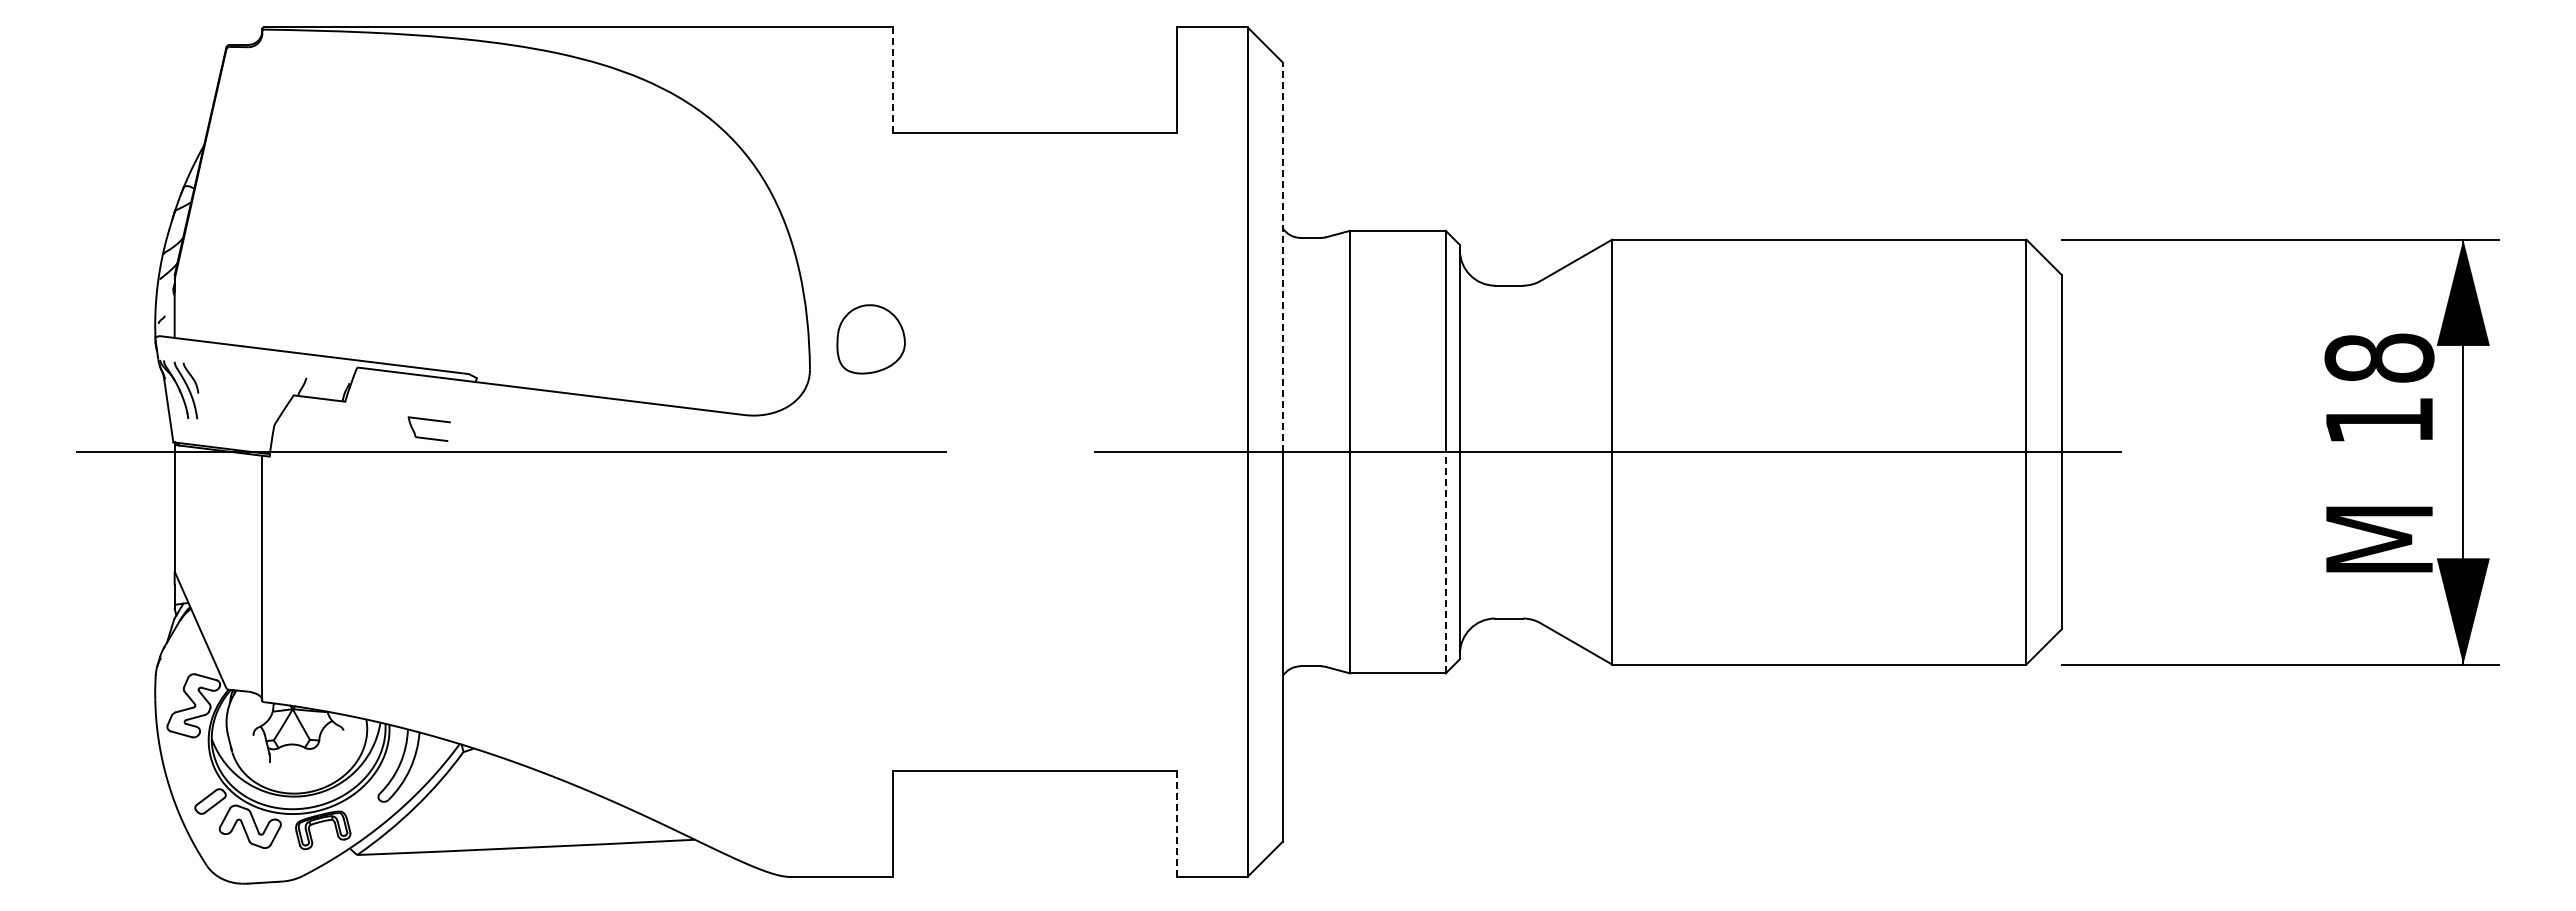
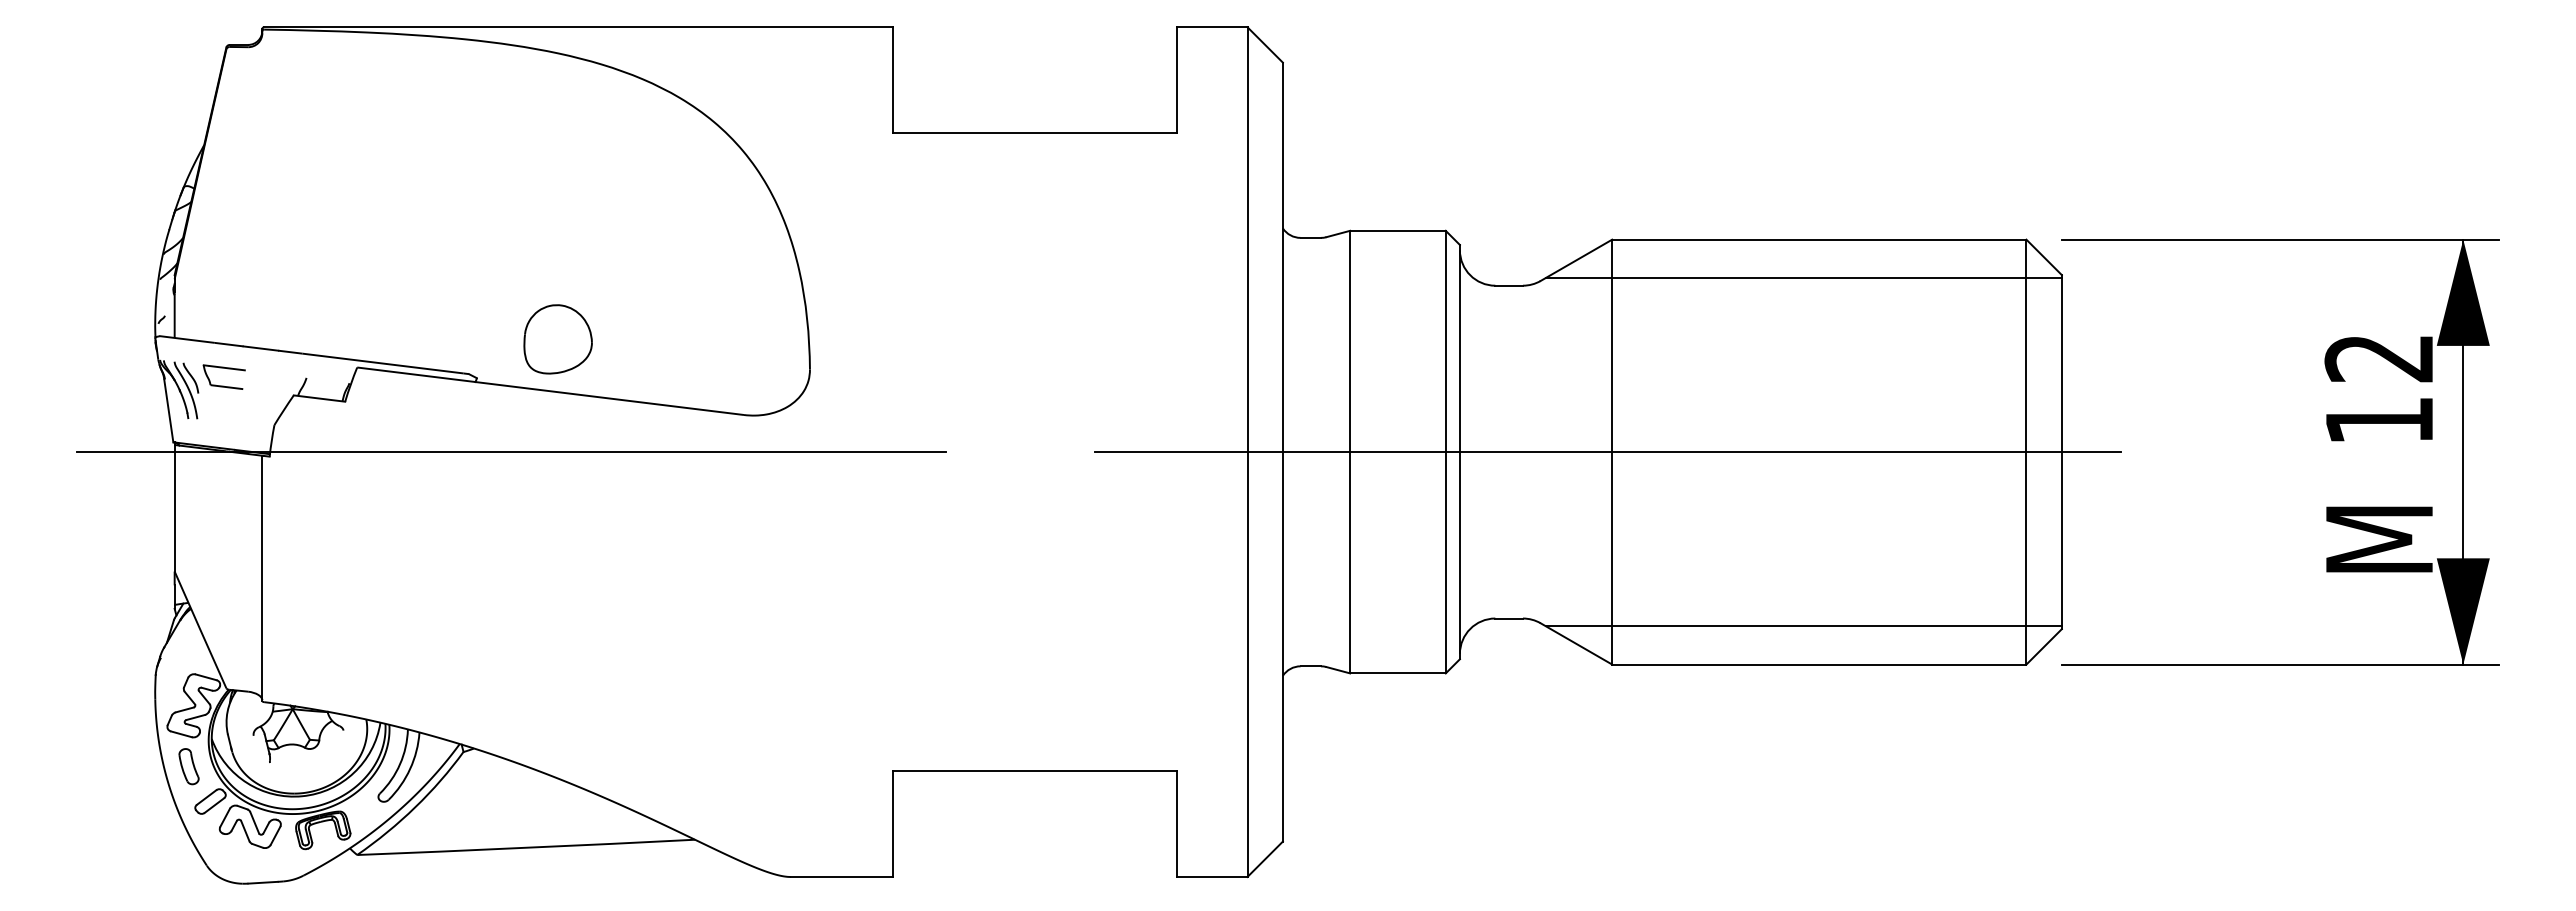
line at (893, 80): dashed -> solid
line at (1282, 257): dashed -> solid
line at (1803, 277): none -> present
part at (870, 339) position: (870, 339) -> (557, 339)
text at (2379, 357): 18 -> 12
part at (428, 420) position: (428, 420) -> (223, 368)
line at (1445, 562): dashed -> solid
line at (1803, 626): none -> present
part at (188, 766): none -> present
line at (1176, 823): dashed -> solid
